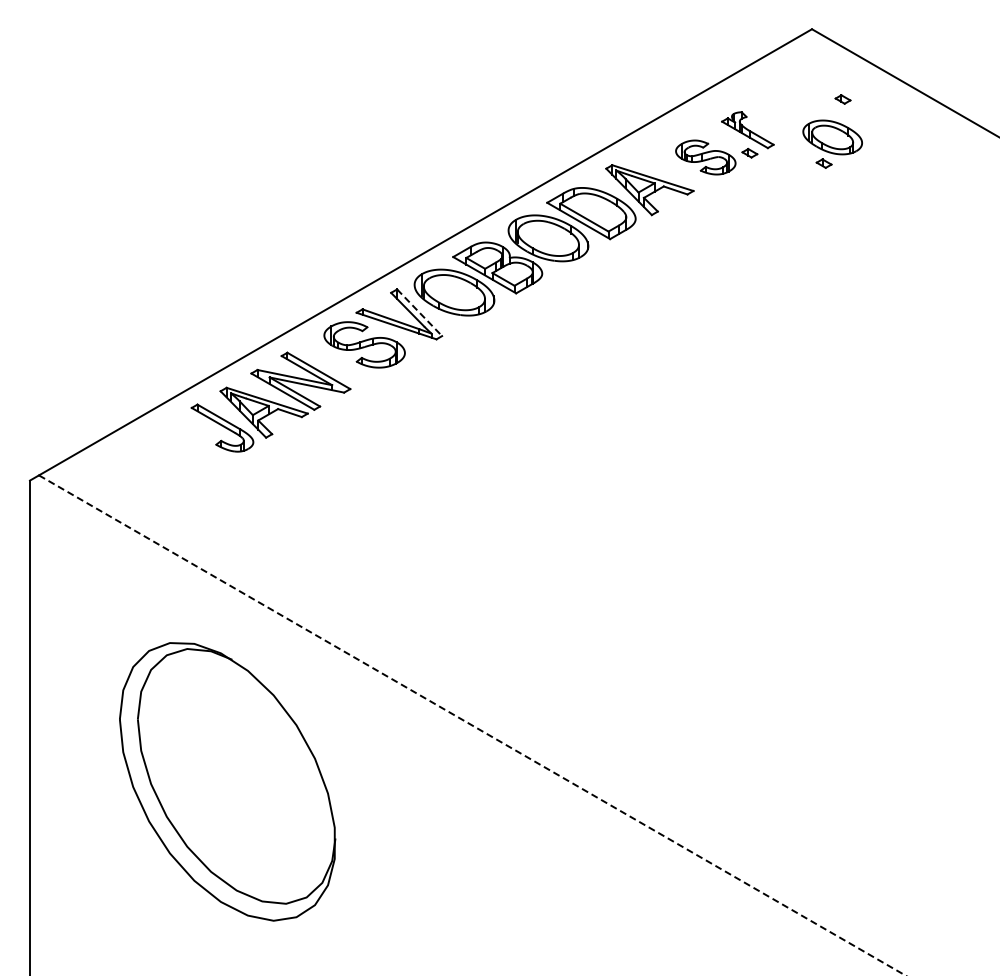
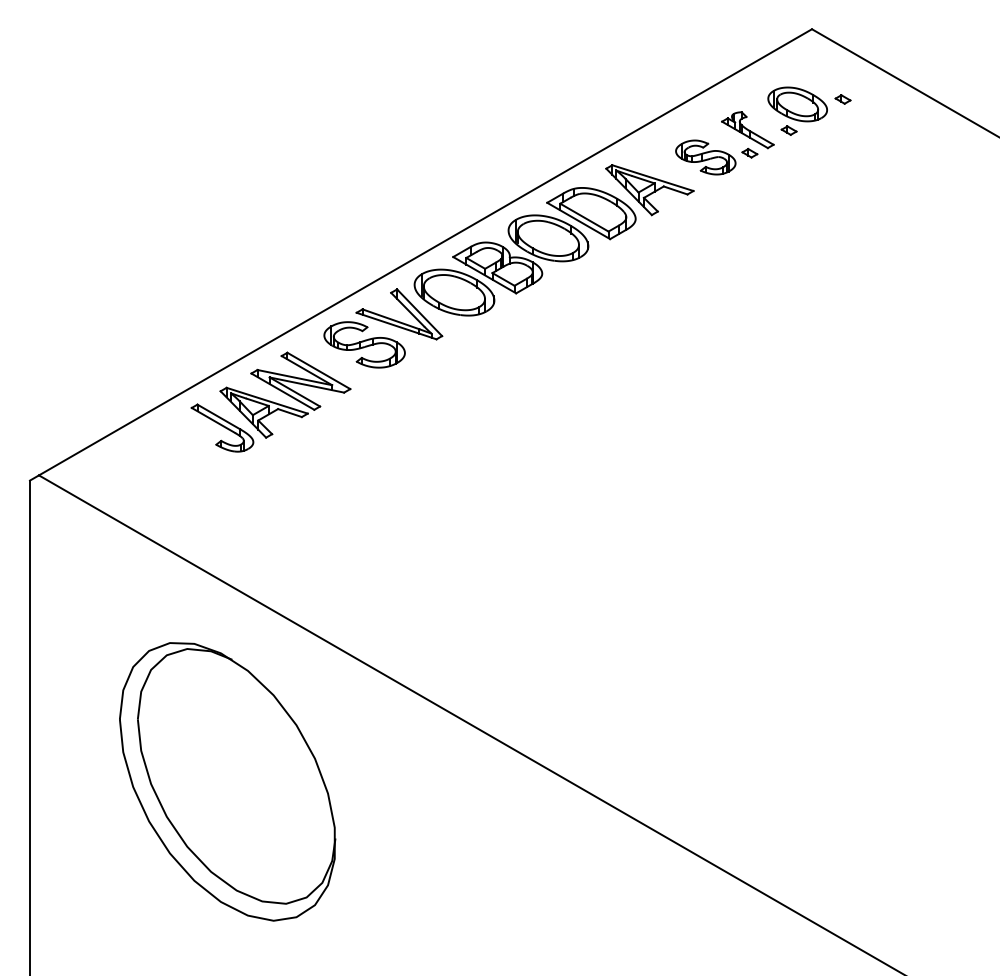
part at (832, 143) position: (832, 143) -> (797, 110)
line at (419, 313): dashed -> solid
line at (472, 725): dashed -> solid
